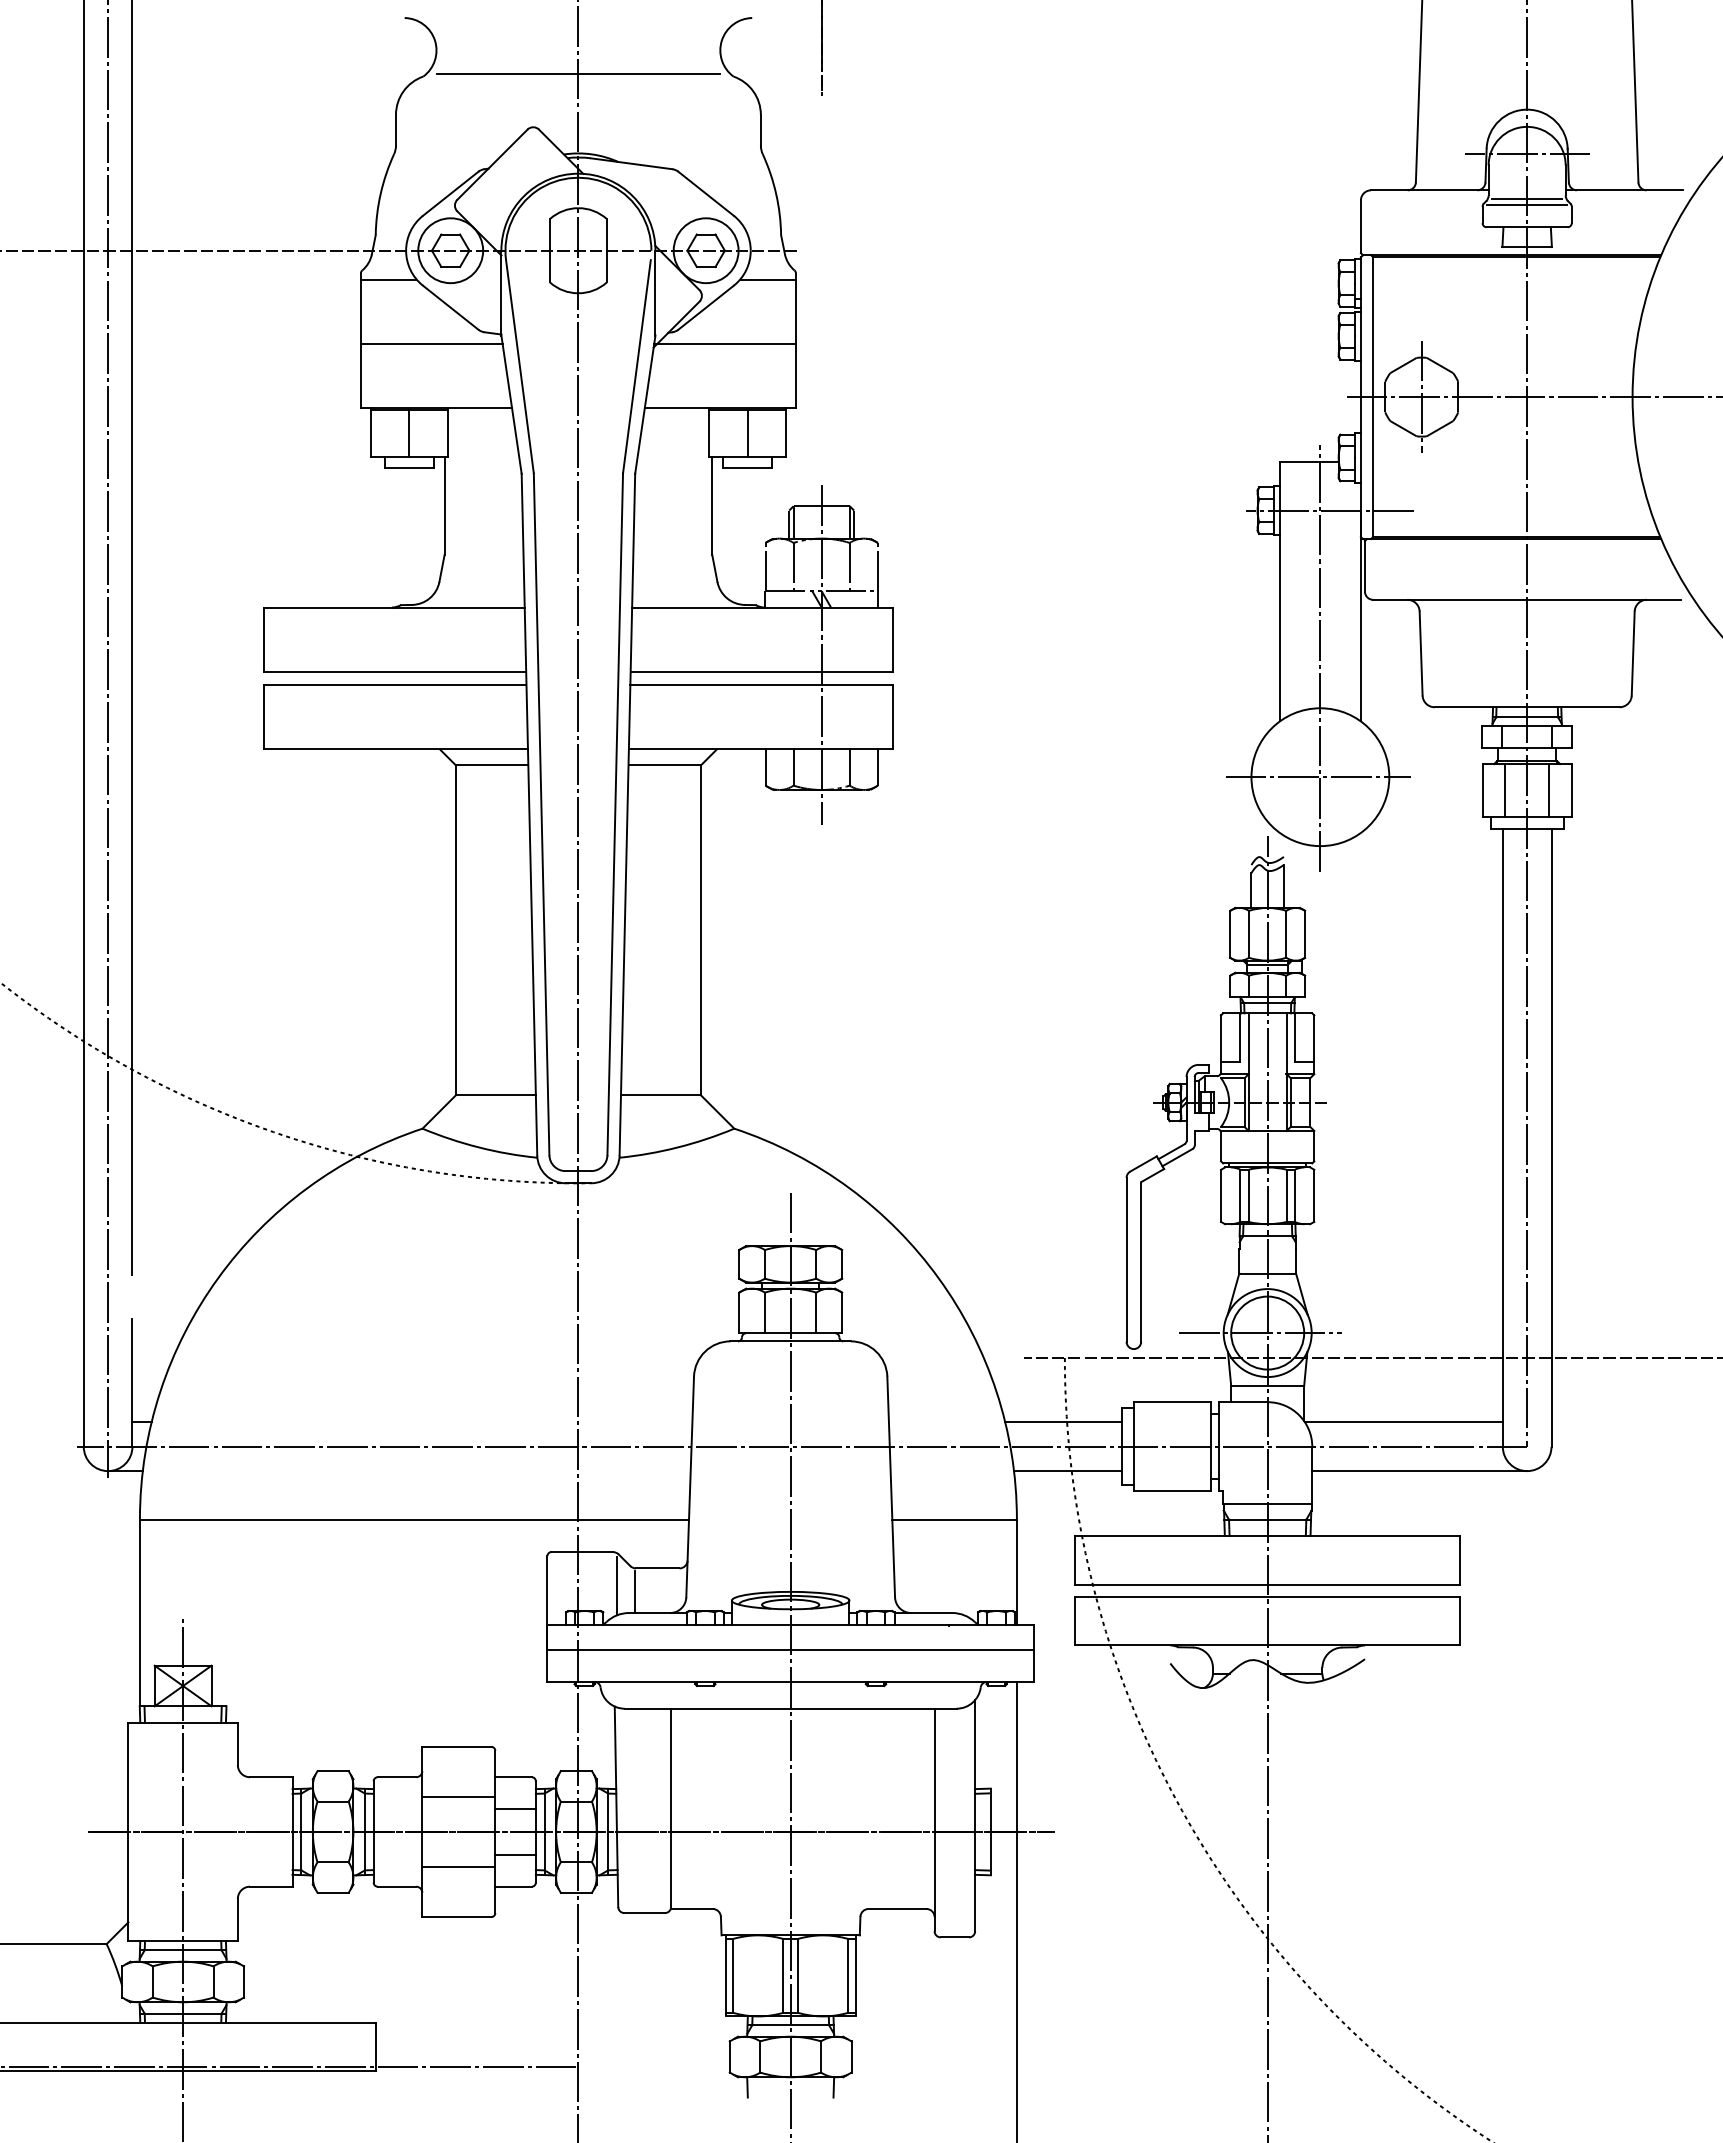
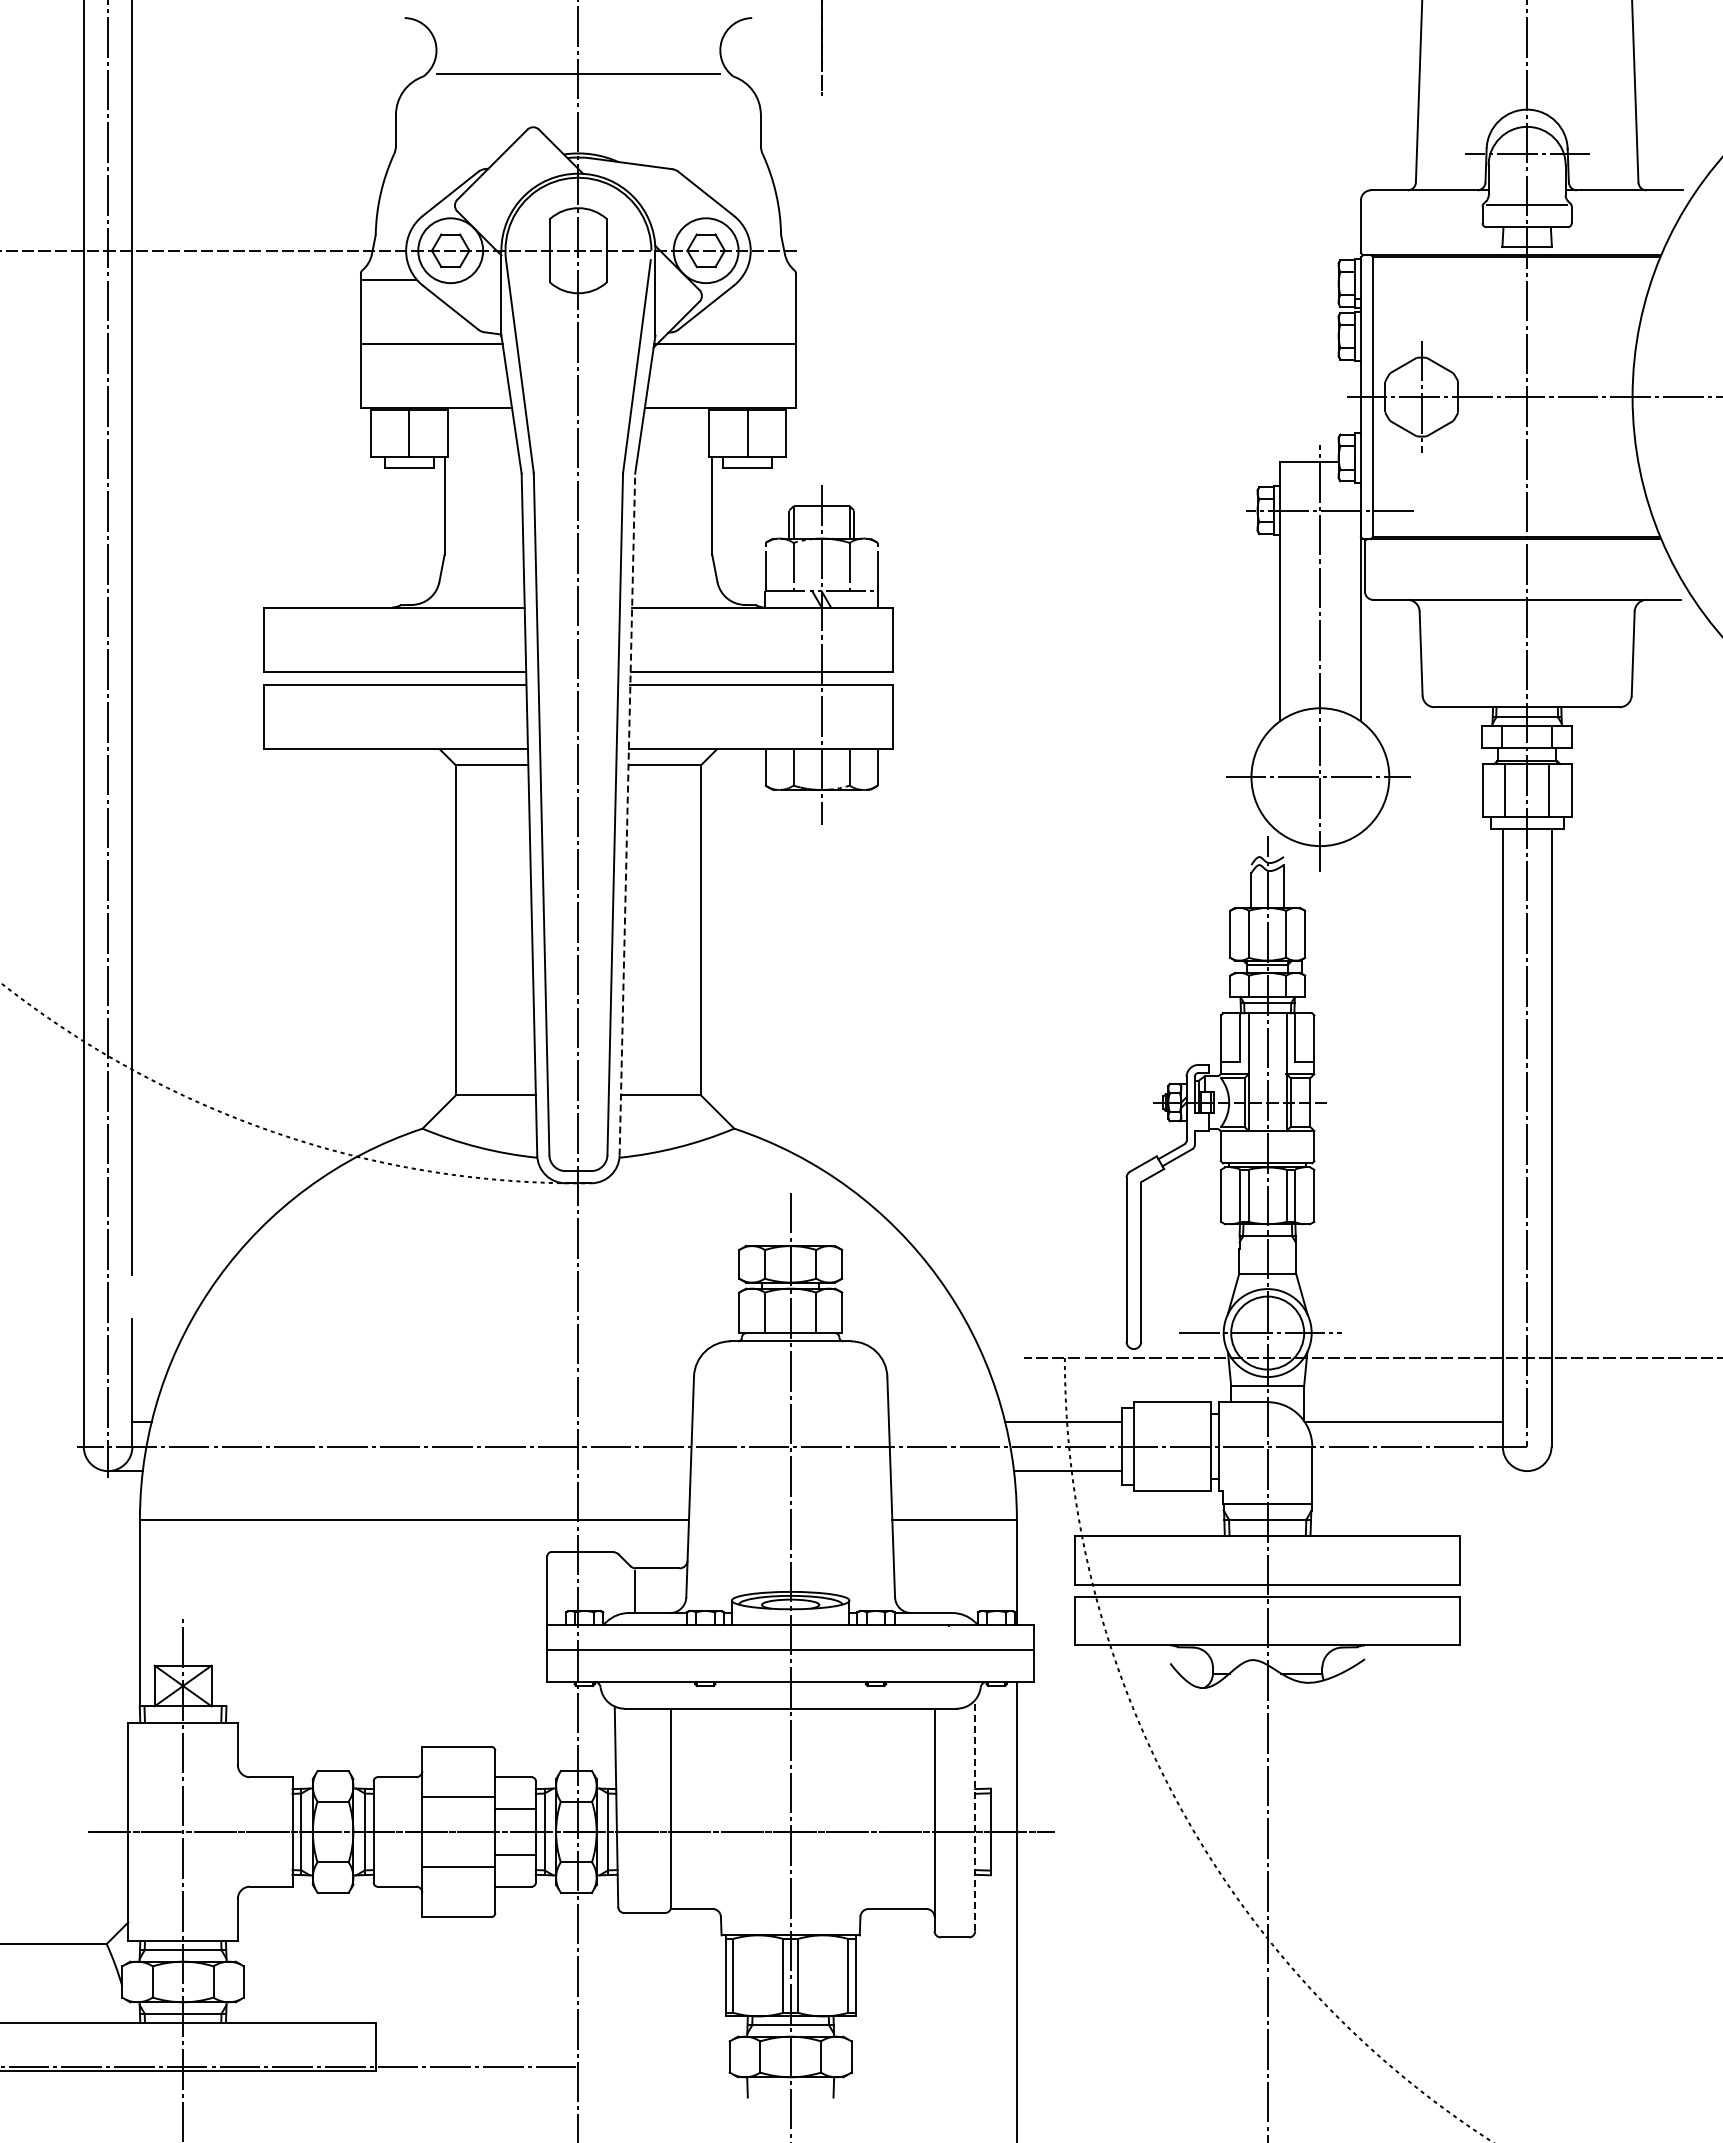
line at (1526, 198): present -> none
line at (768, 279): present -> none
line at (627, 814): solid -> dashed
line at (1419, 1471): present -> none
line at (617, 1585): present -> none
line at (975, 1815): solid -> dashed
